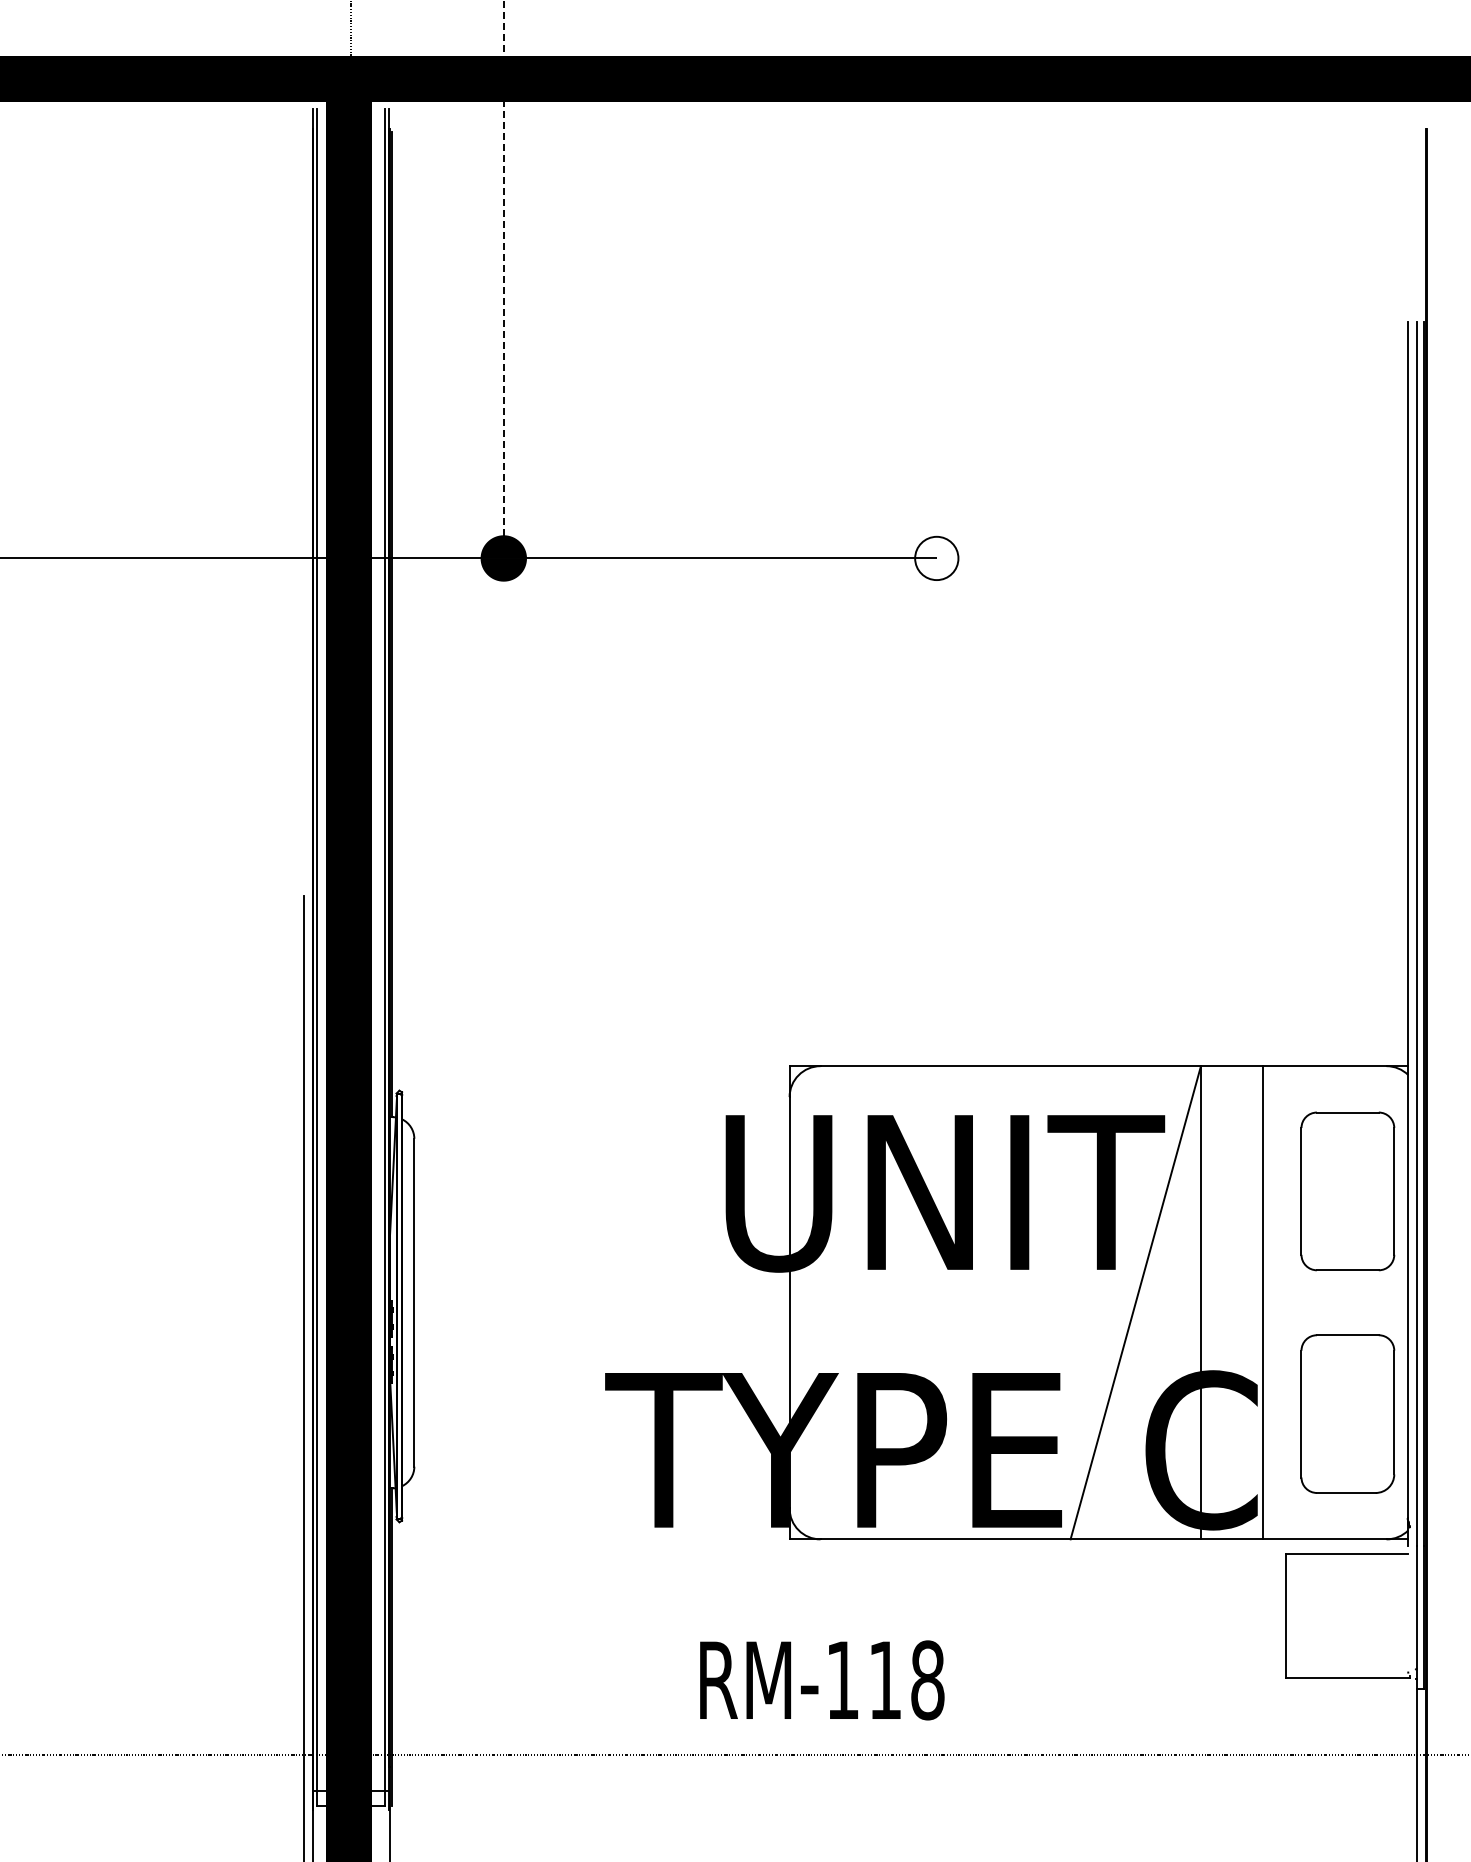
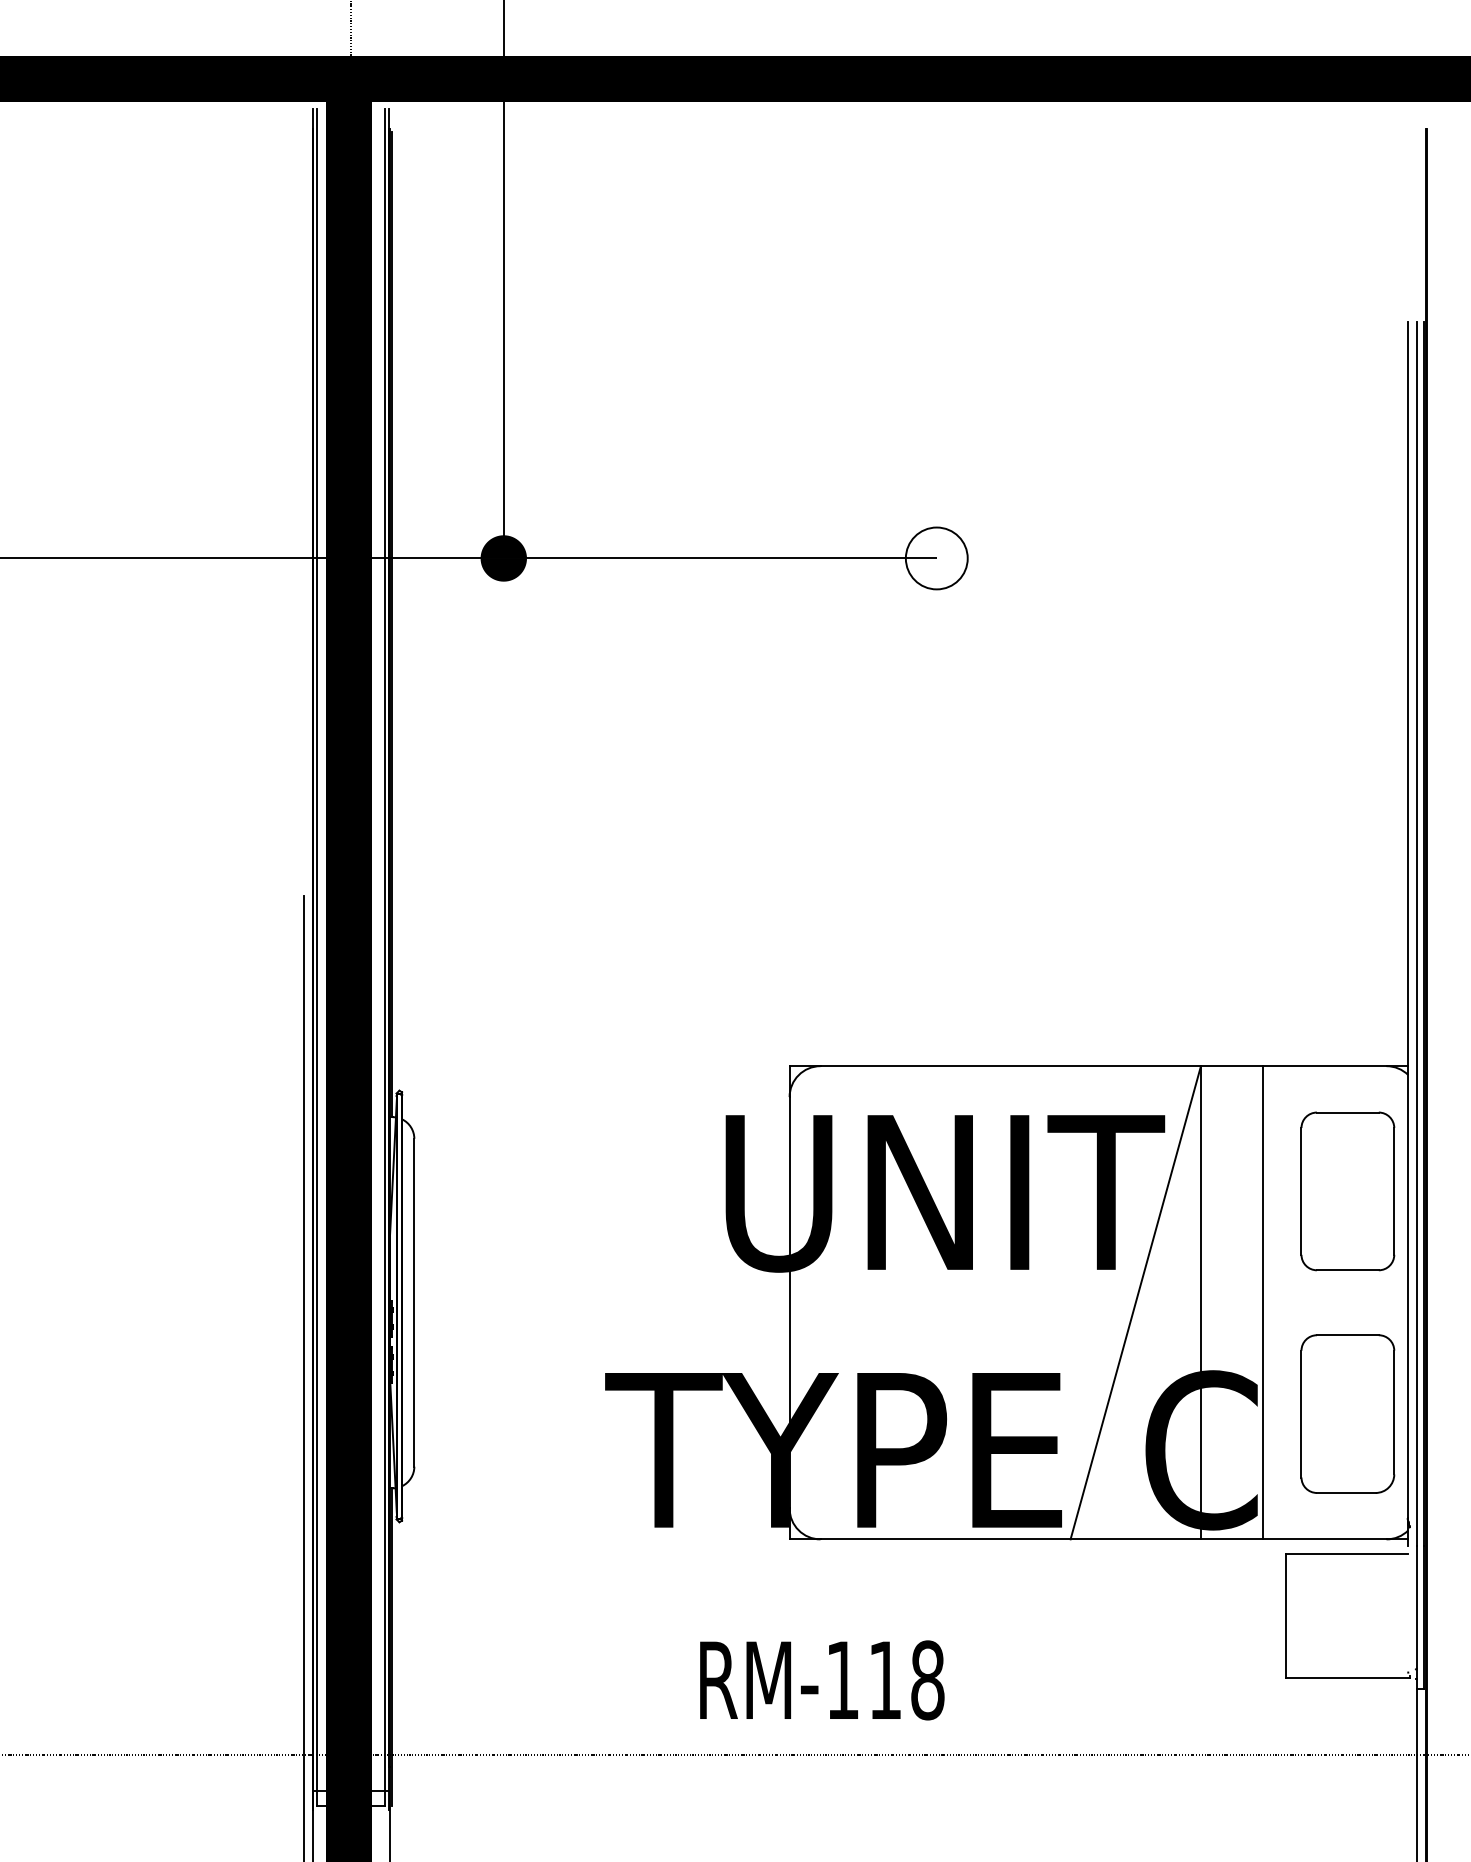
line at (503, 279): dashed -> solid
circle at (936, 558) diameter: 43 px -> 62 px
